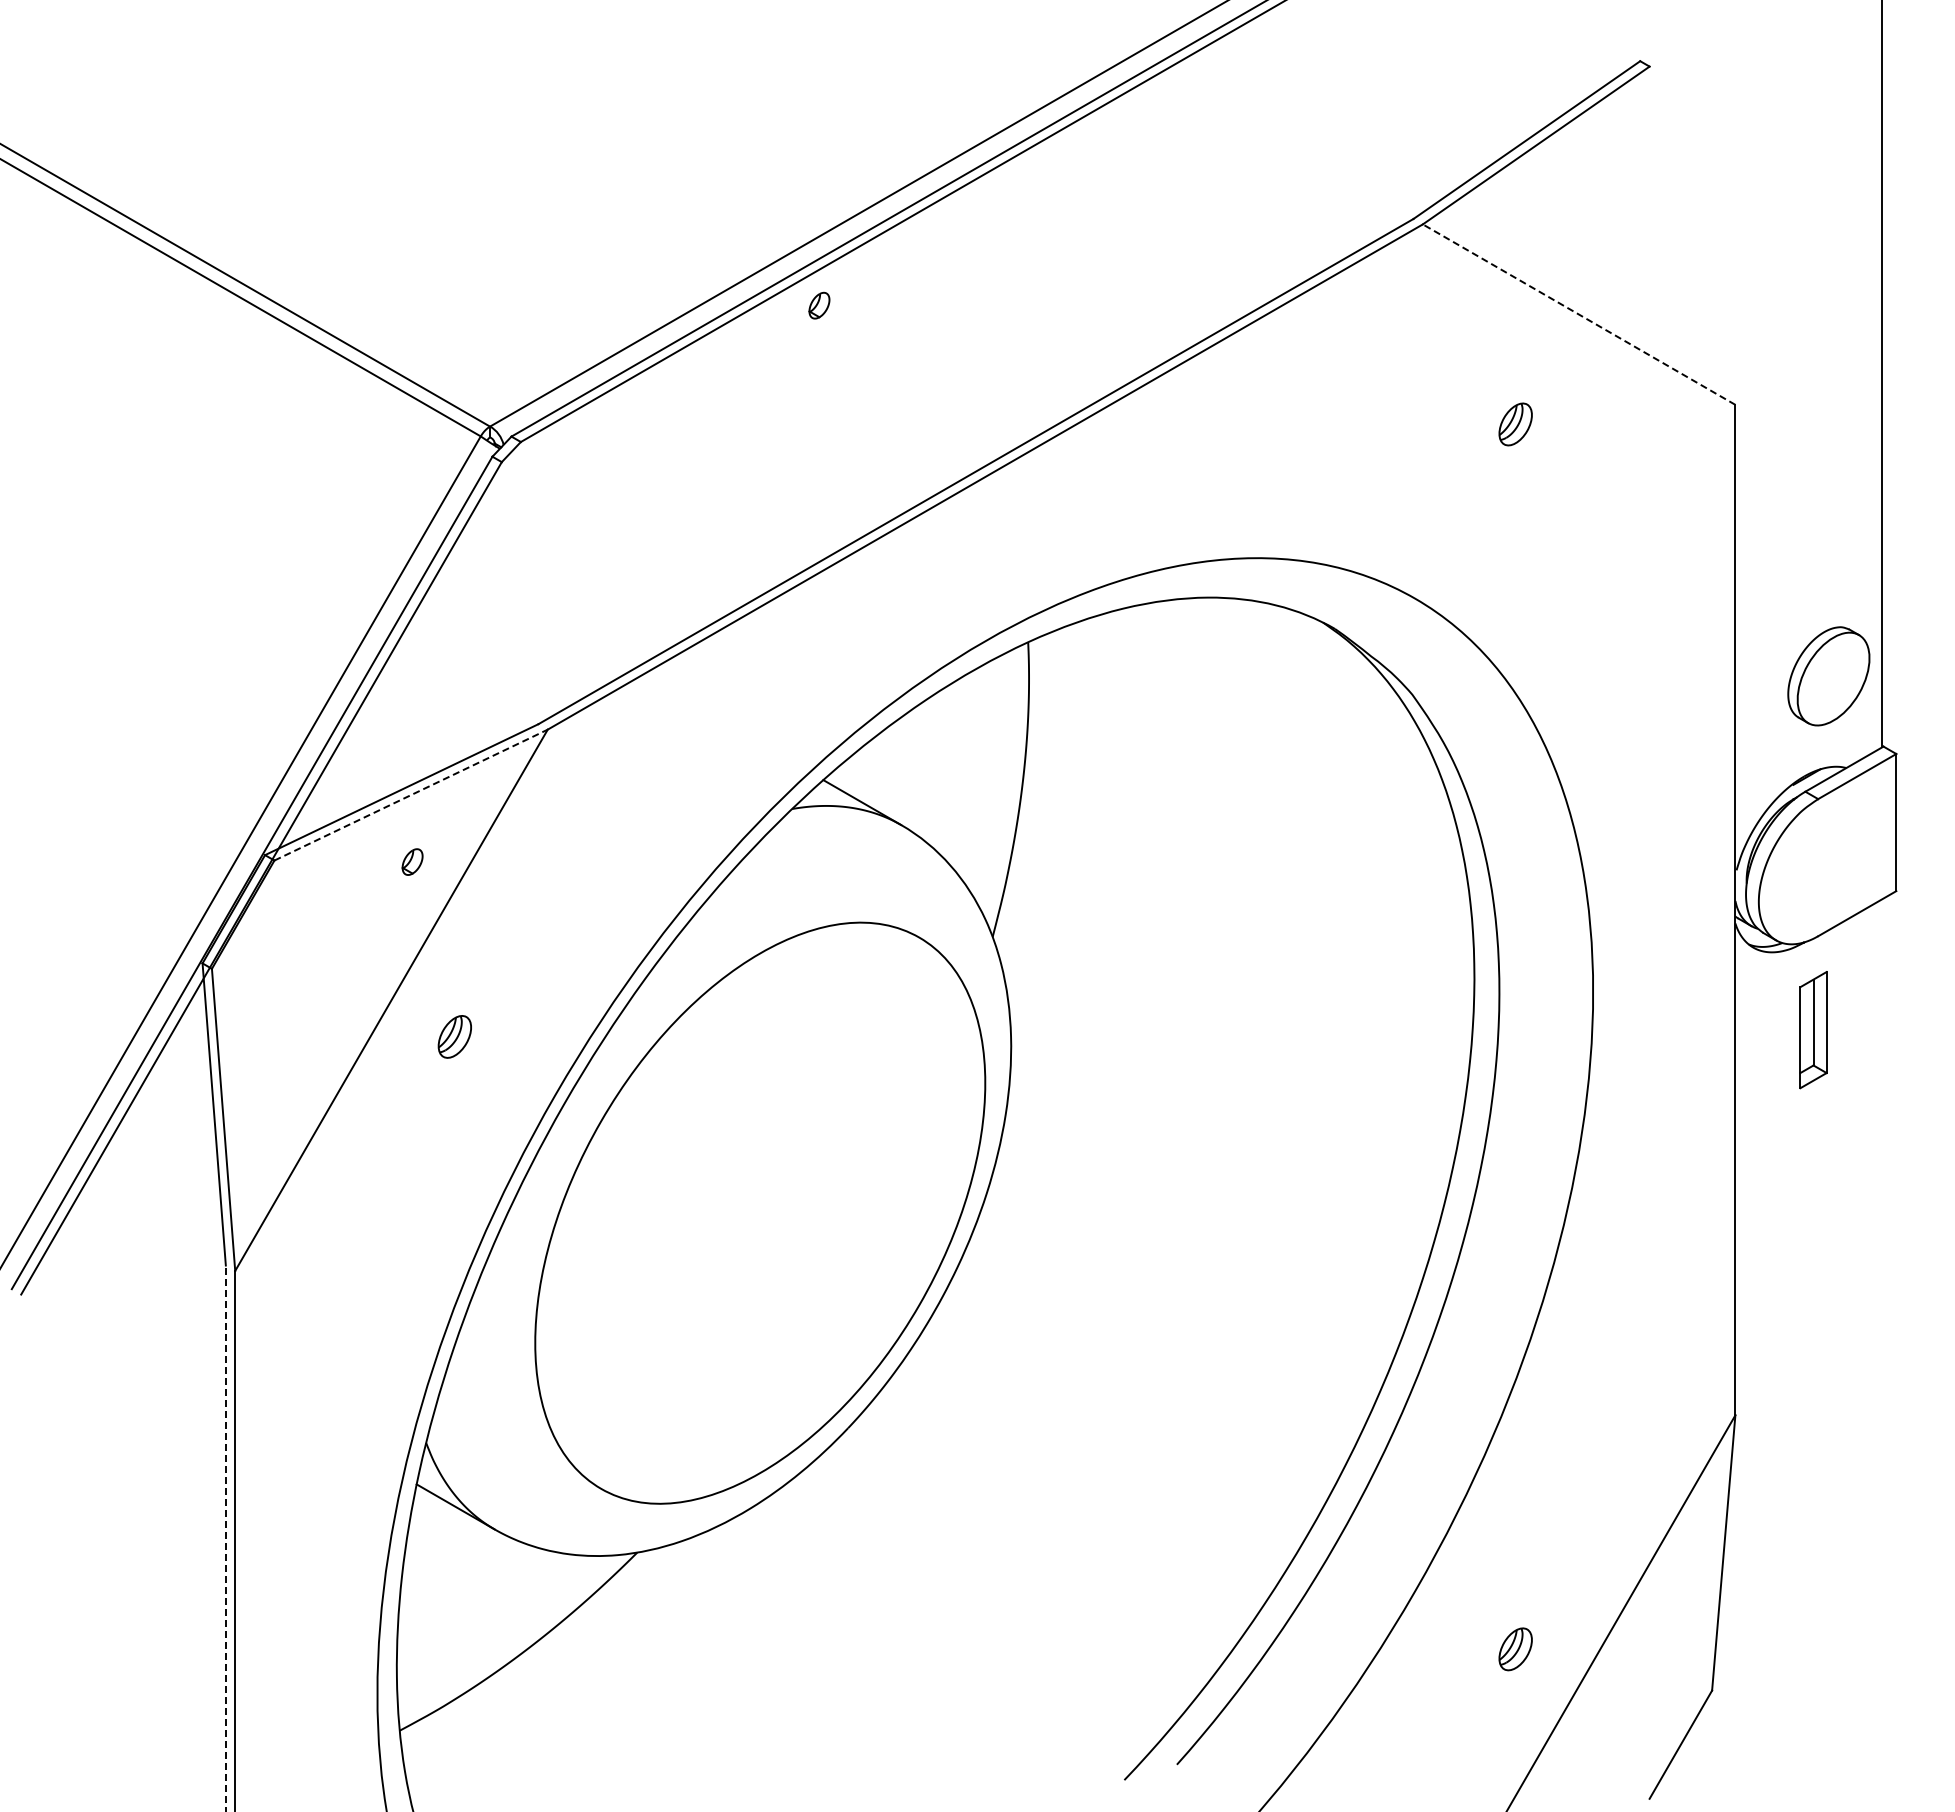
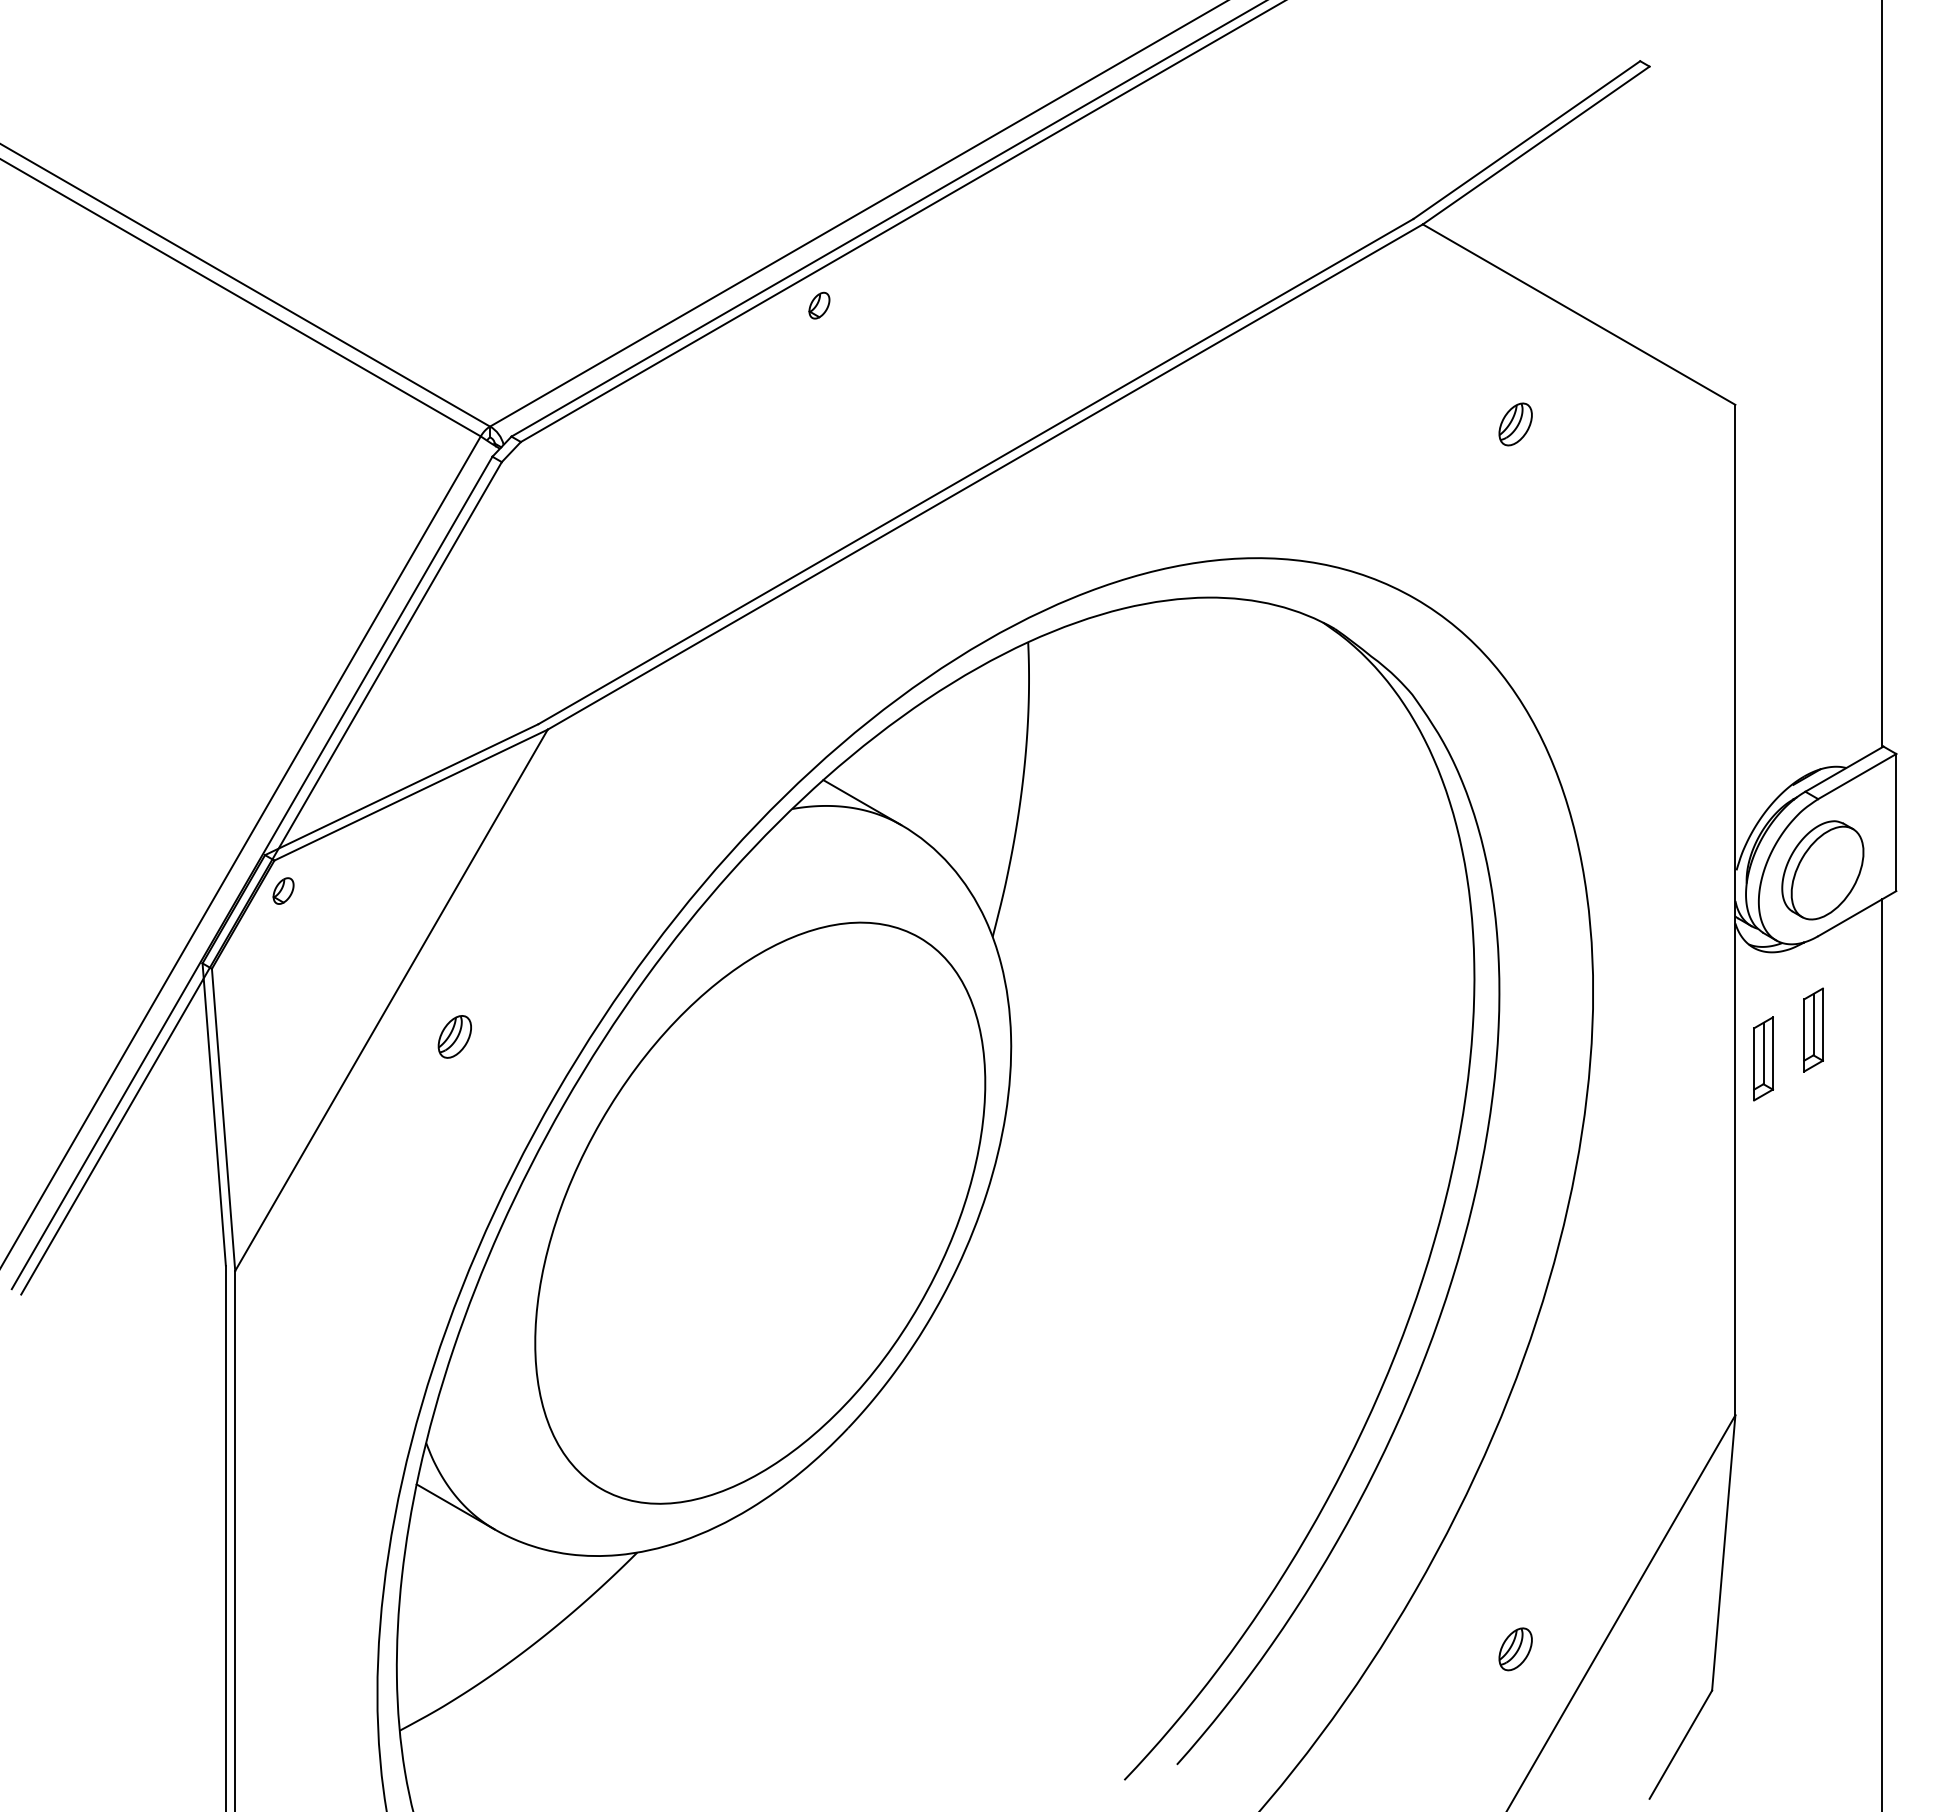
line at (1578, 314): dashed -> solid
part at (1828, 676) position: (1828, 676) -> (1822, 870)
line at (411, 795): dashed -> solid
part at (412, 861) position: (412, 861) -> (283, 890)
part at (1813, 1030) size: 29x119 px -> 21x86 px
part at (1763, 1058): none -> present
line at (1882, 1353): none -> present
line at (225, 1538): dashed -> solid
